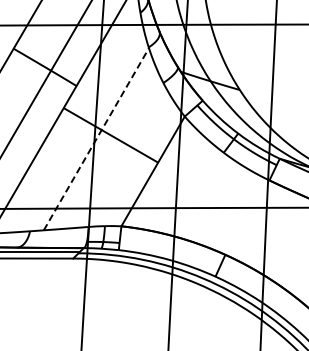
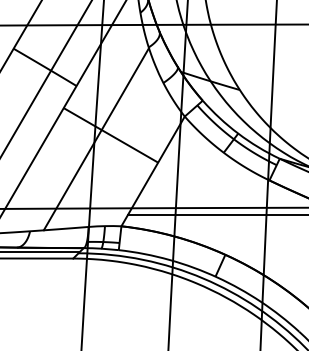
line at (96, 138): dashed -> solid
line at (216, 215): none -> present
